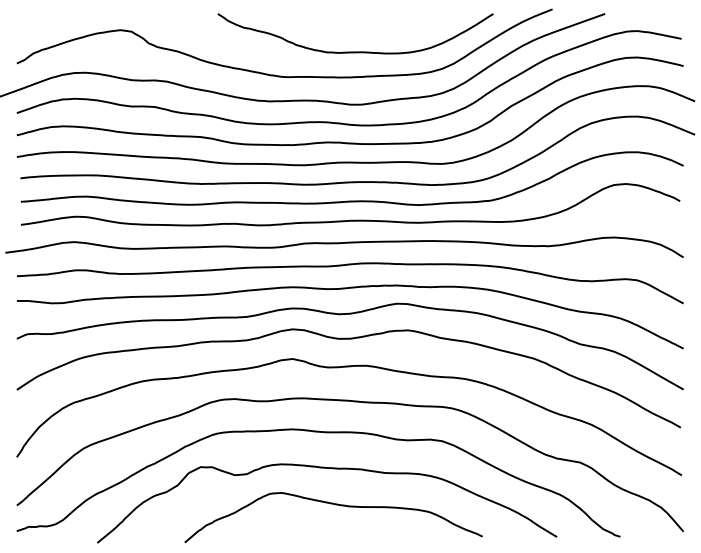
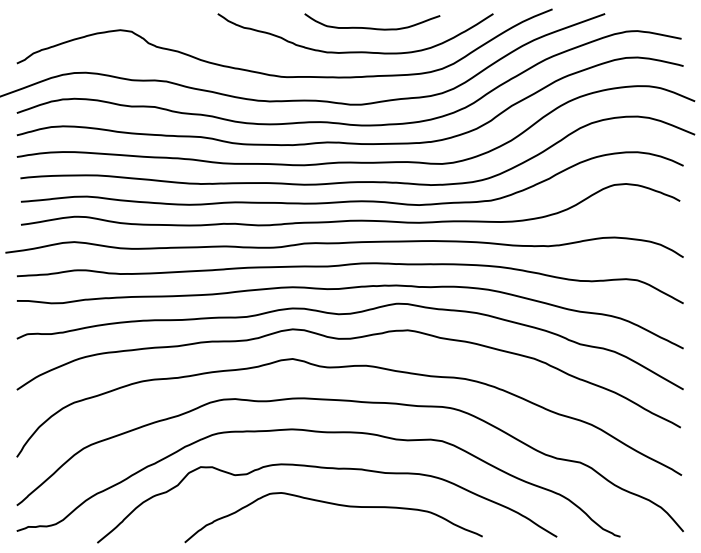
curve at (372, 27): none -> present
